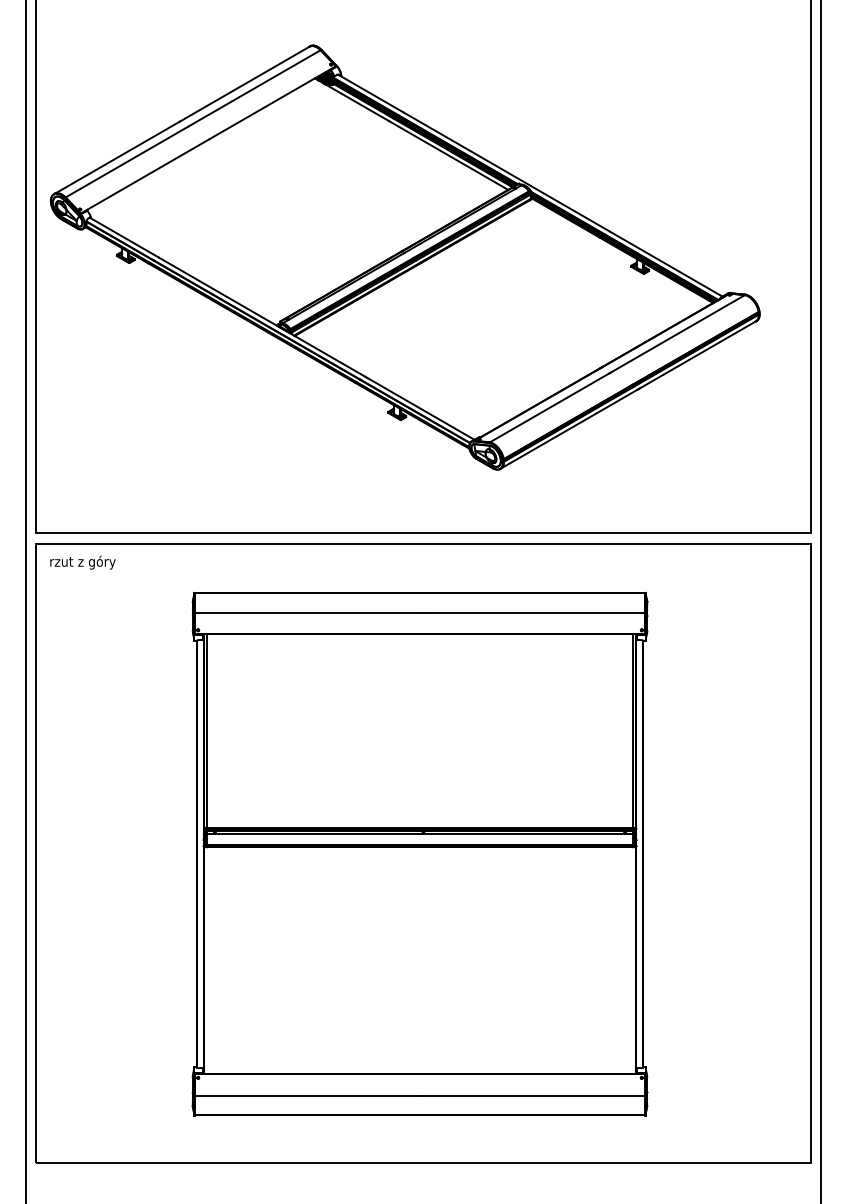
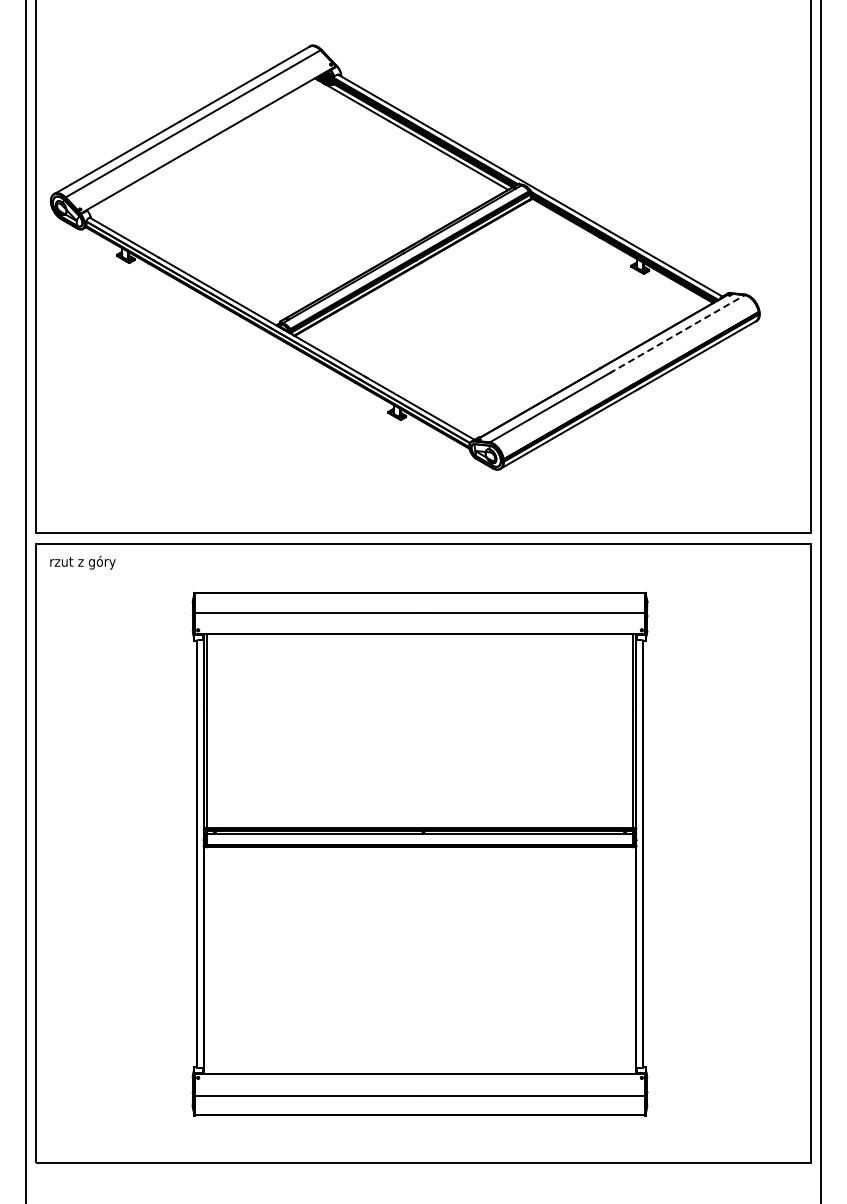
line at (677, 334): solid -> dashed
